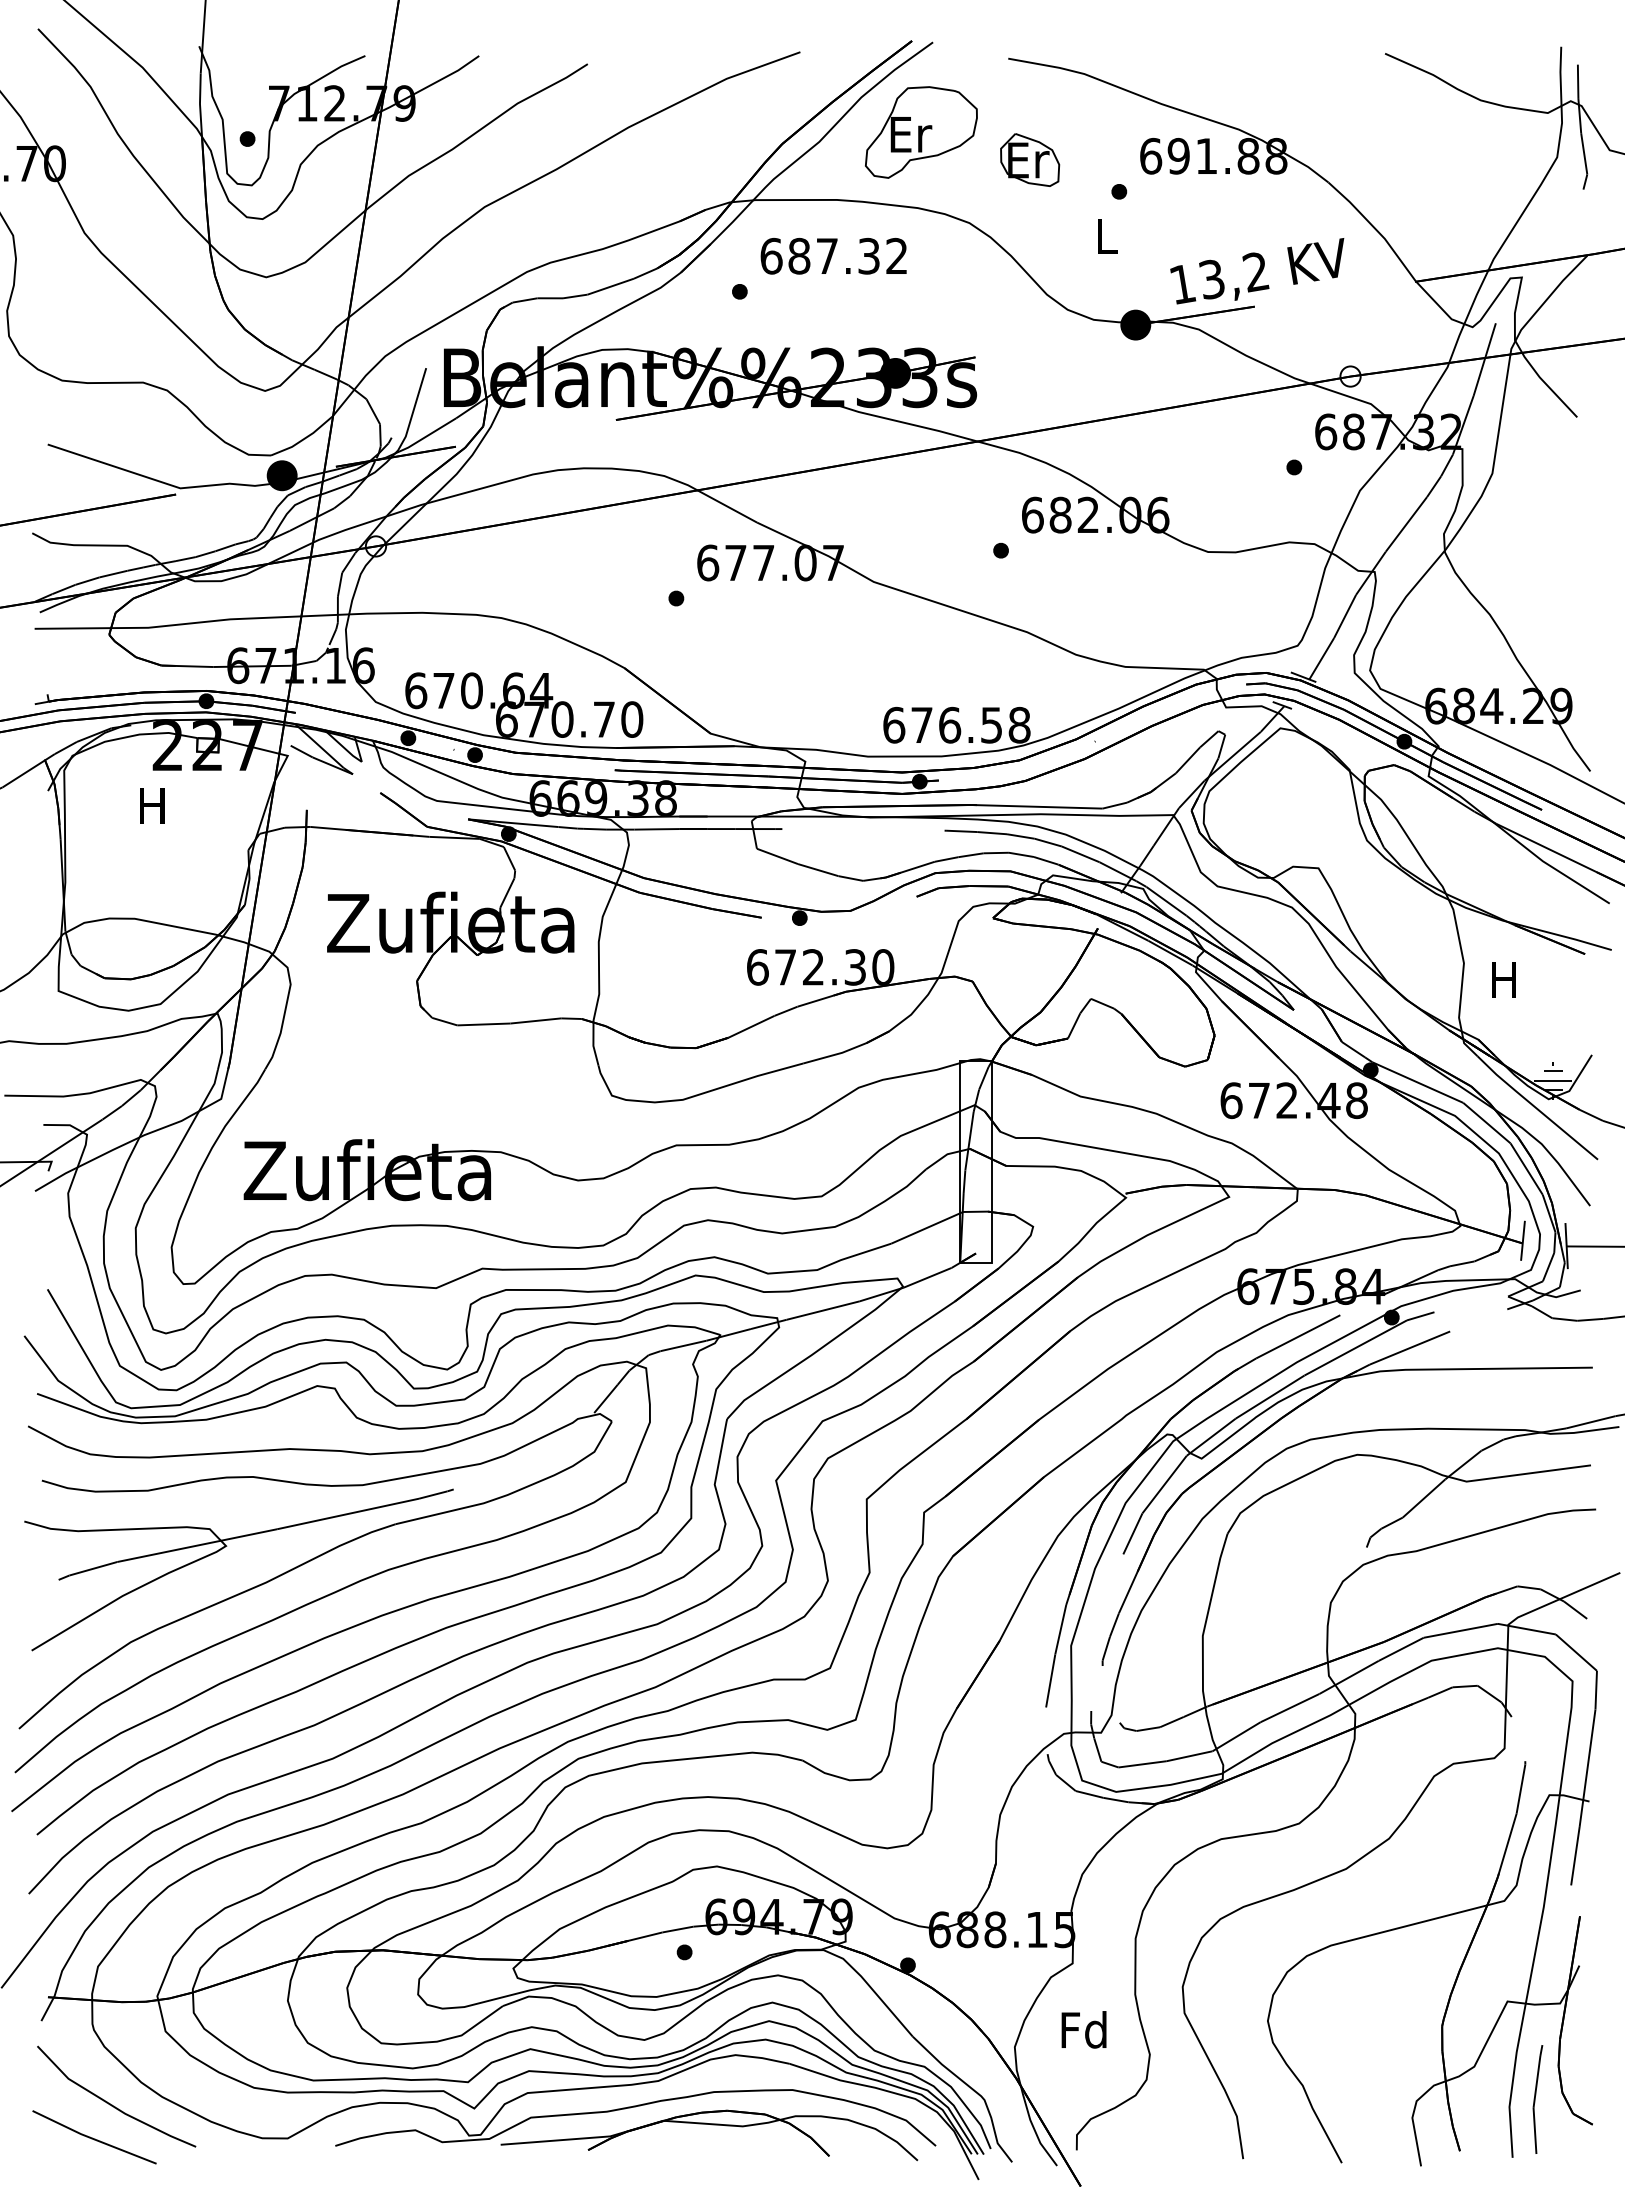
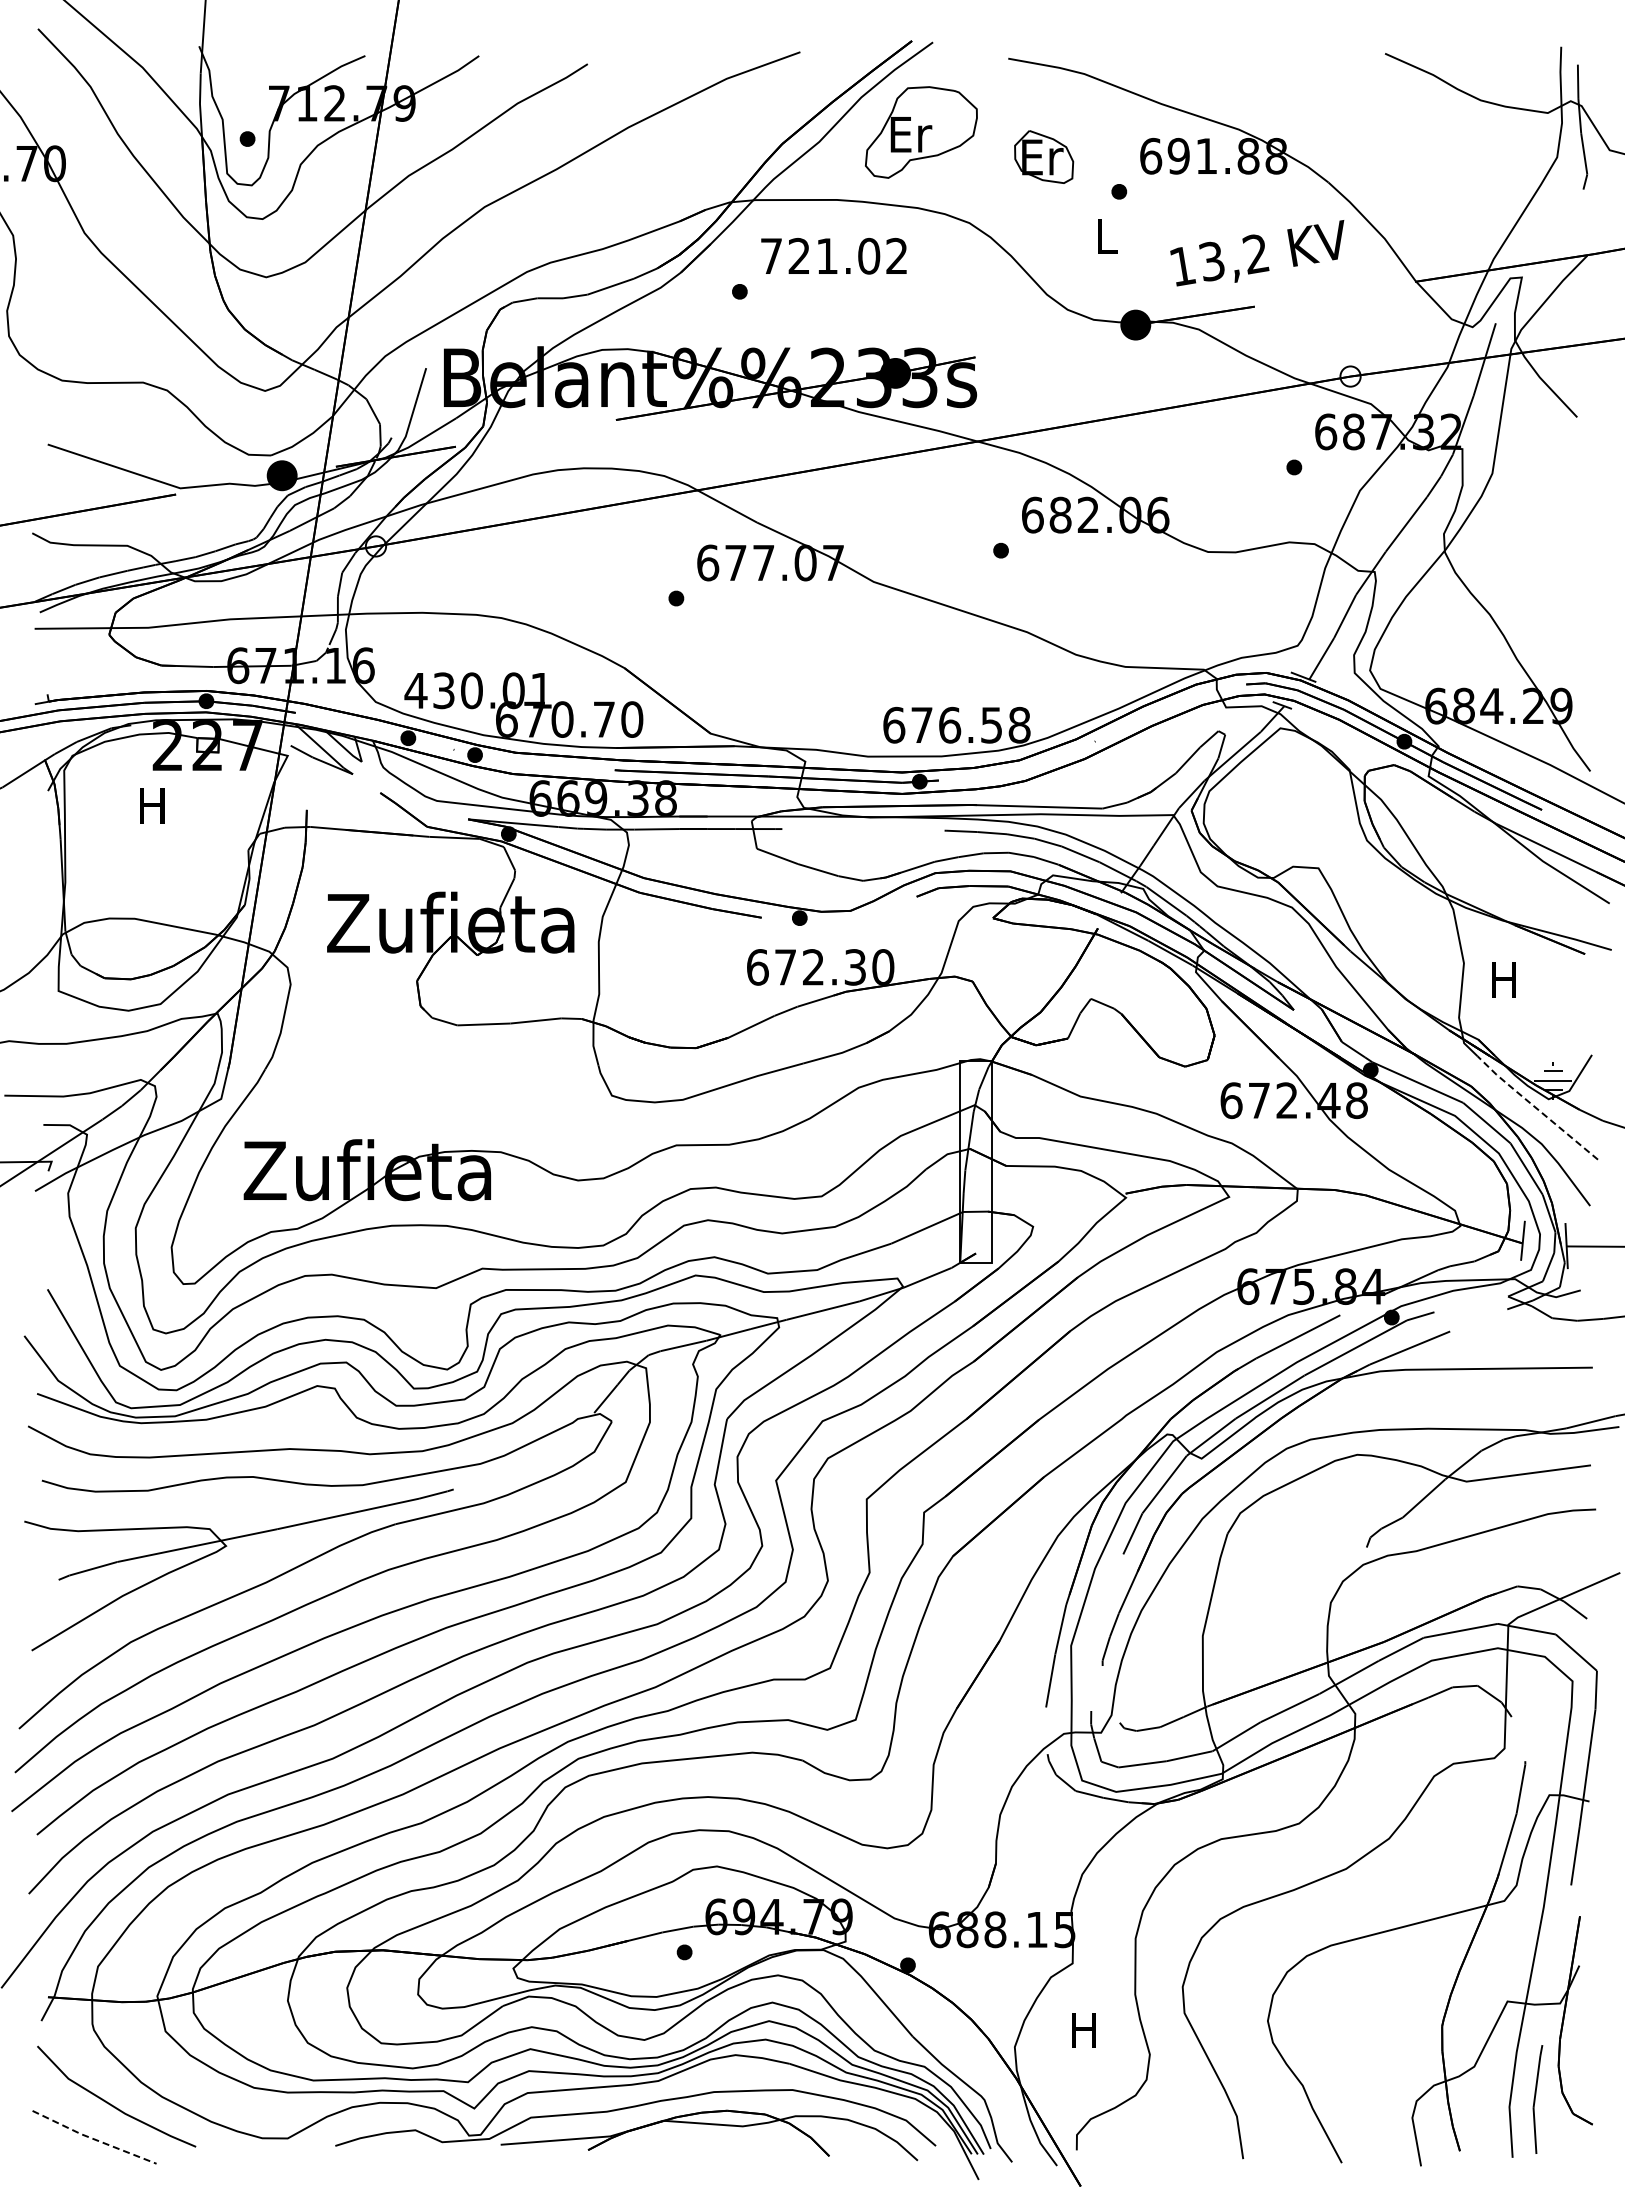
part at (1030, 159) position: (1030, 159) -> (1044, 156)
text at (820, 255): 687.32 -> 721.02
text at (1257, 271) position: (1257, 271) -> (1257, 253)
text at (478, 690): 670.64 -> 430.01
line at (1535, 1107): solid -> dashed
text at (1083, 2029): Fd -> H
line at (94, 2139): solid -> dashed
